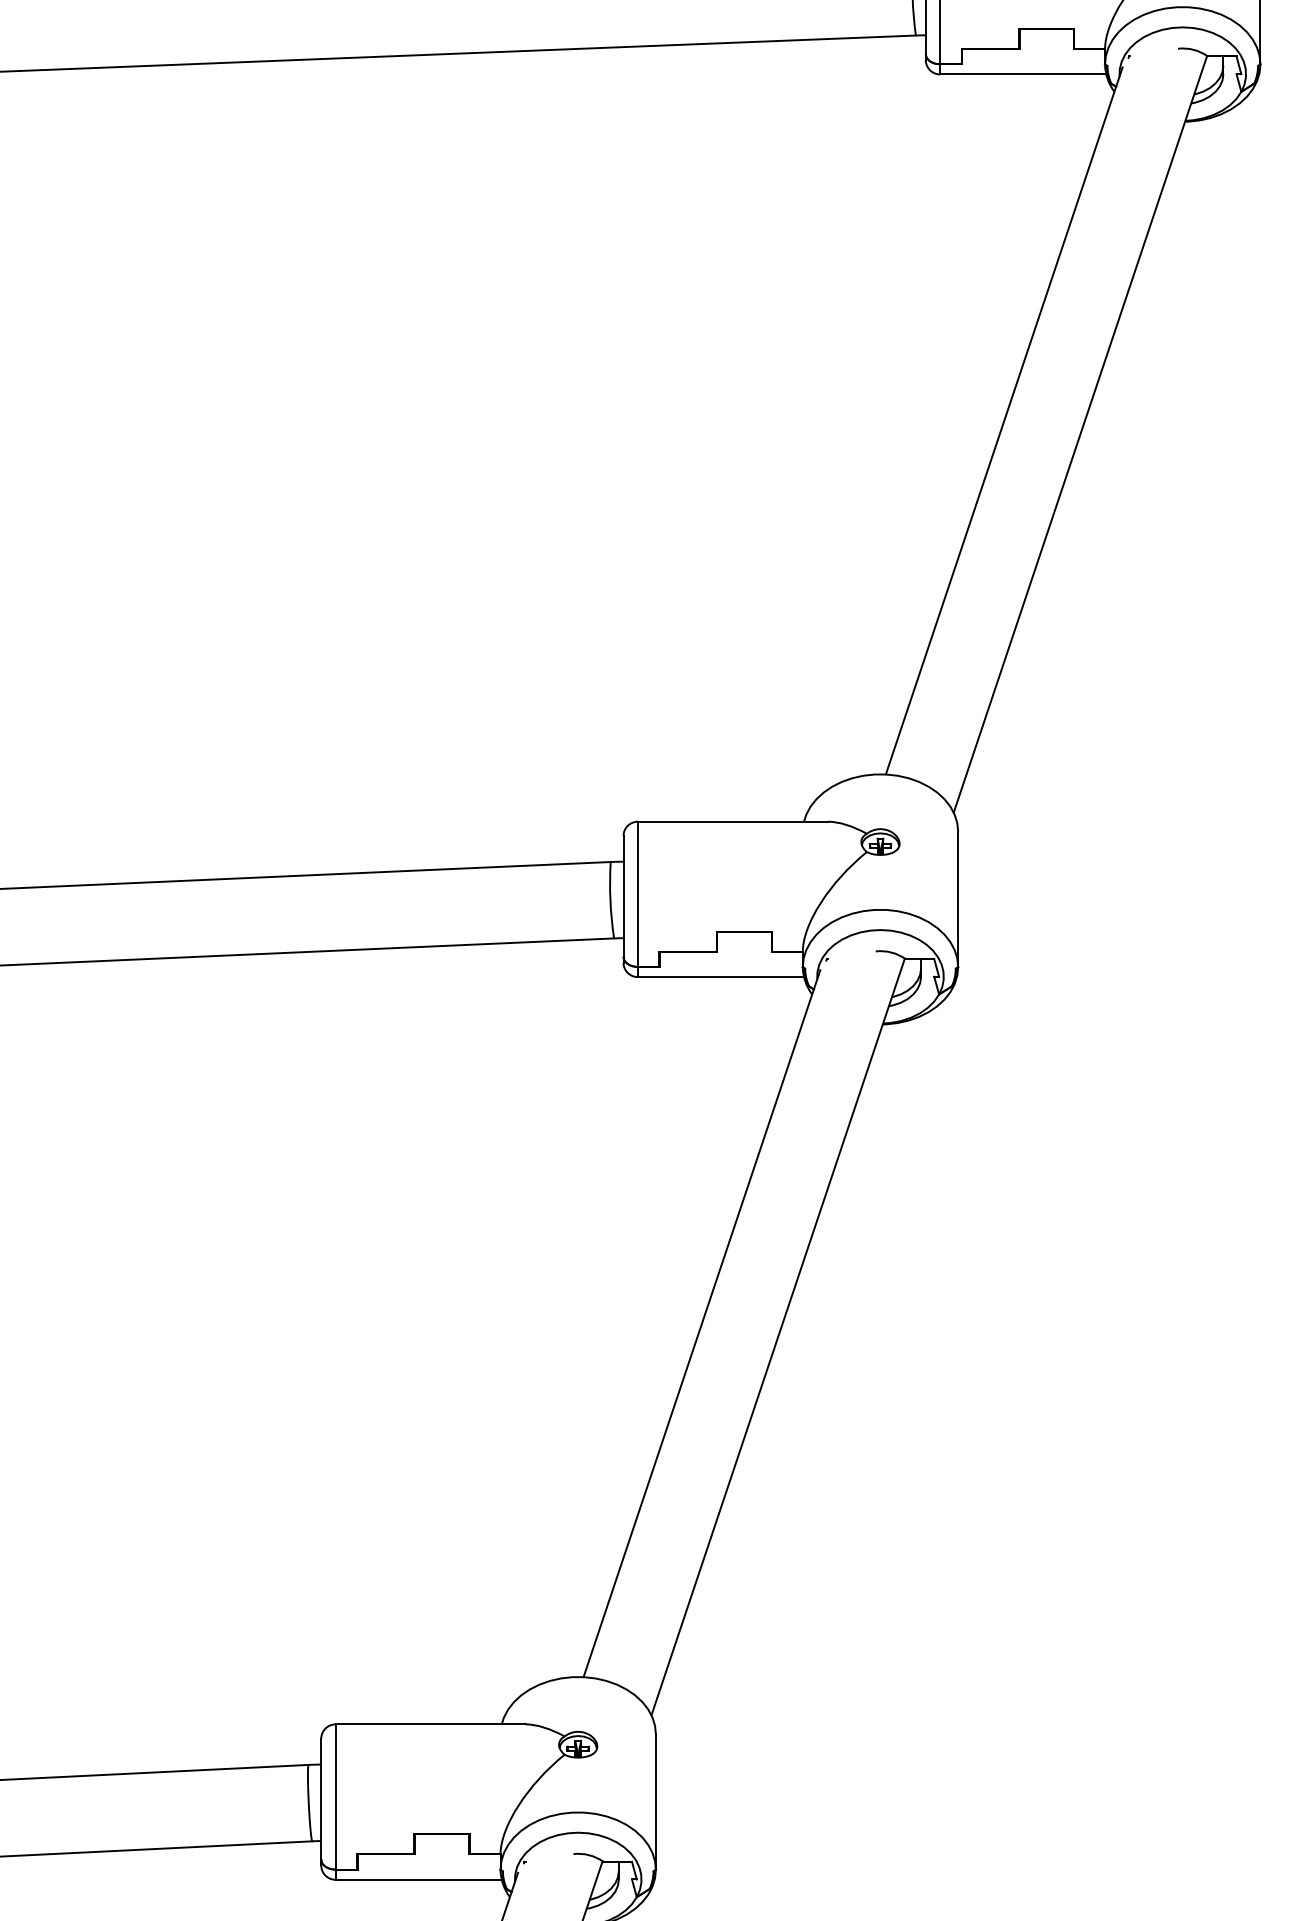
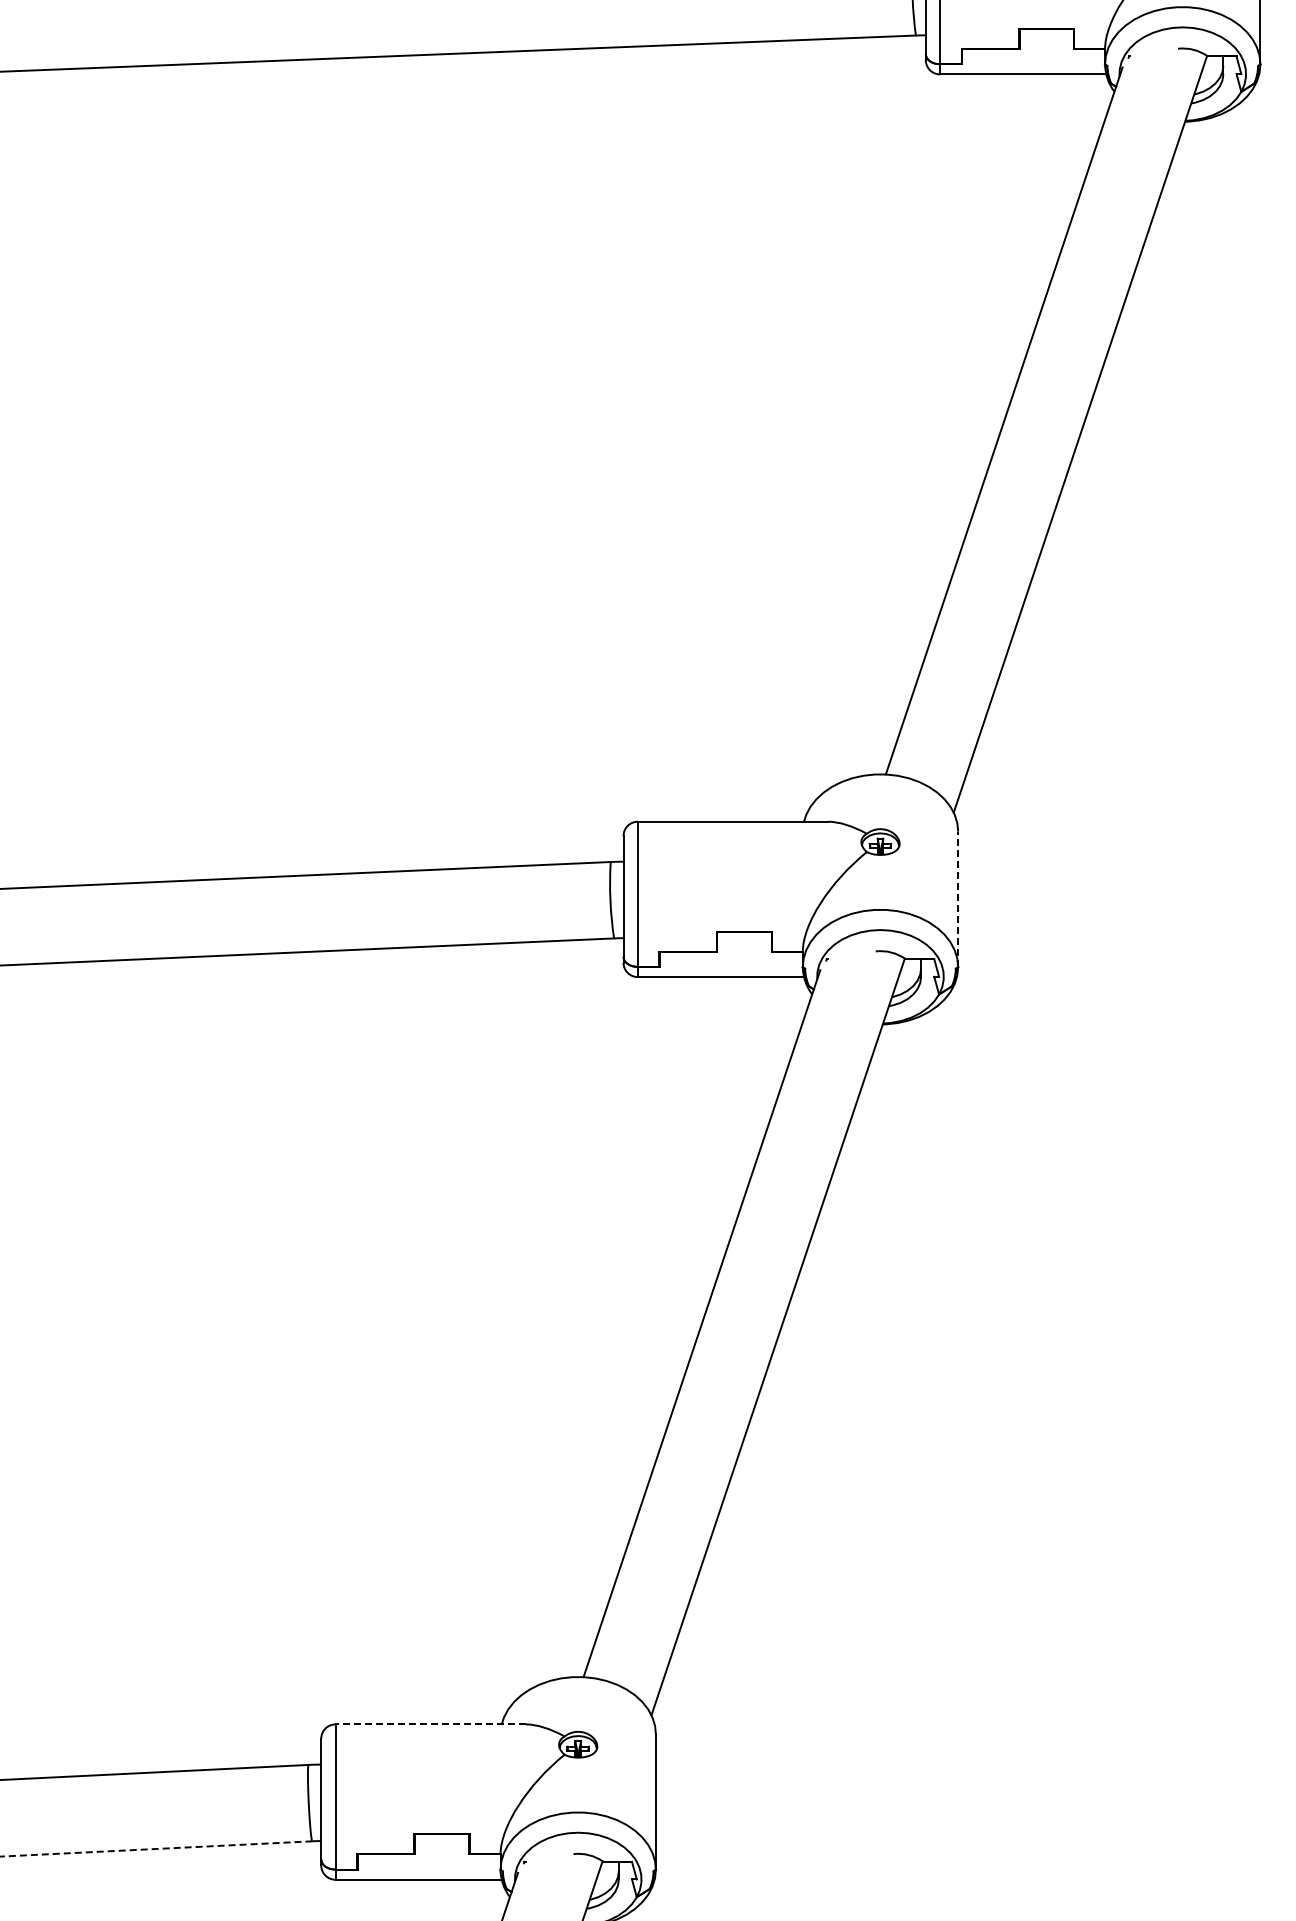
line at (958, 899): solid -> dashed
line at (430, 1724): solid -> dashed
line at (156, 1848): solid -> dashed
